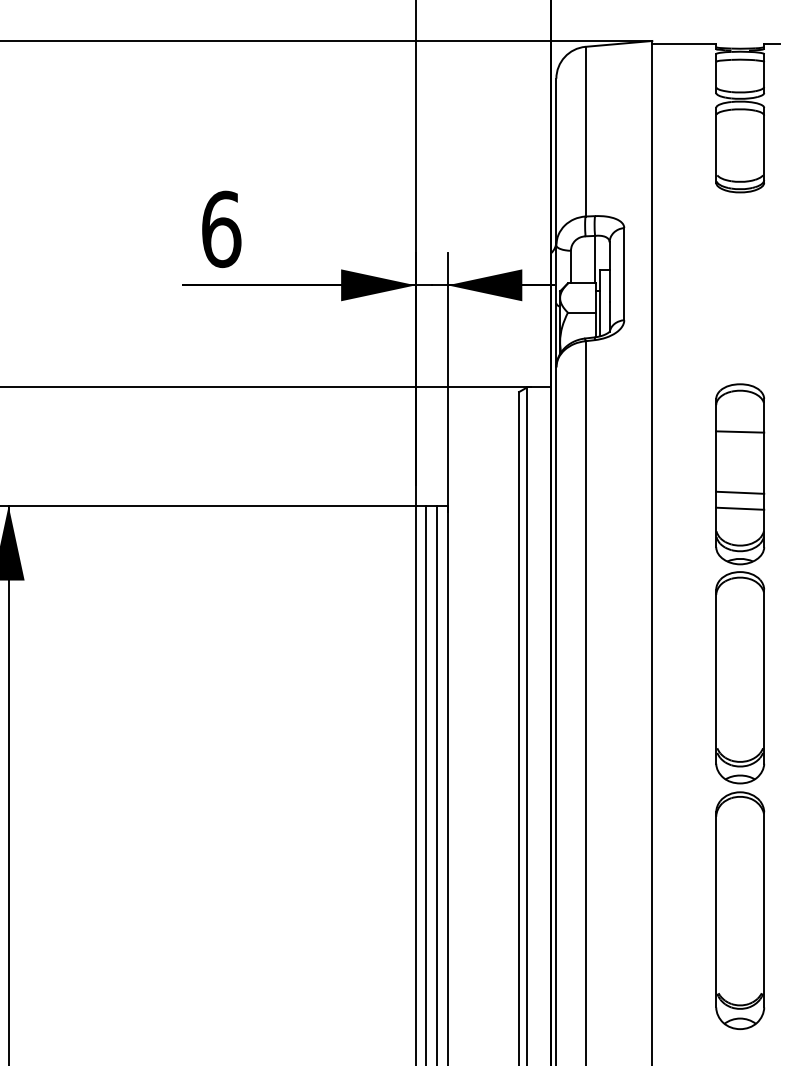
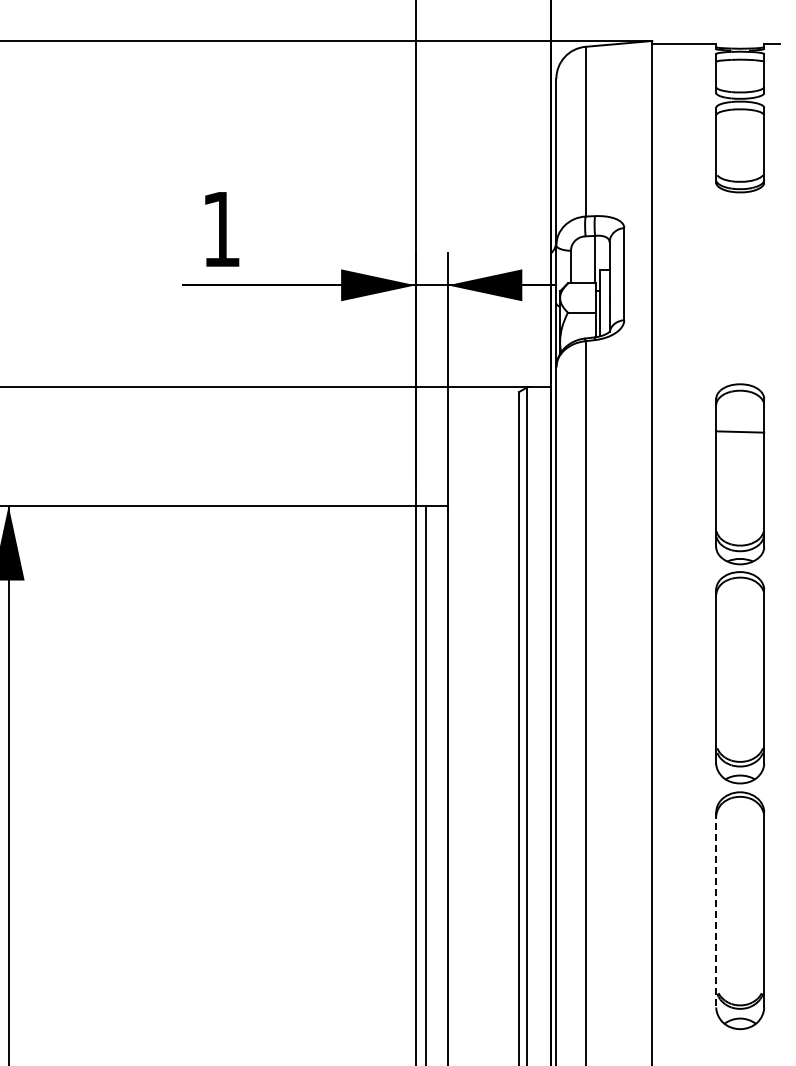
text at (221, 229): 6 -> 1
line at (740, 492): present -> none
line at (740, 508): present -> none
line at (437, 783): present -> none
line at (716, 909): solid -> dashed
